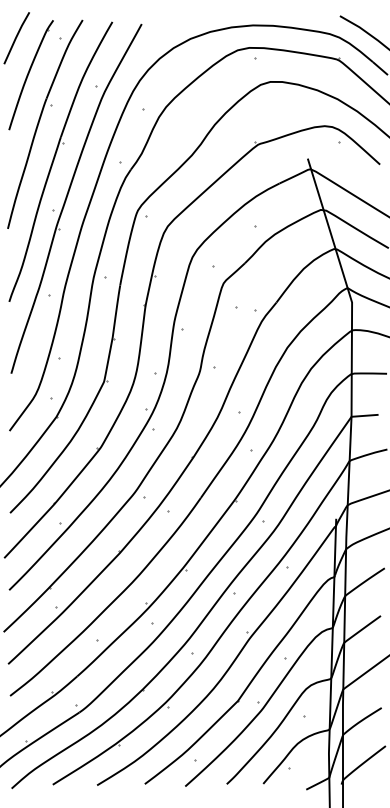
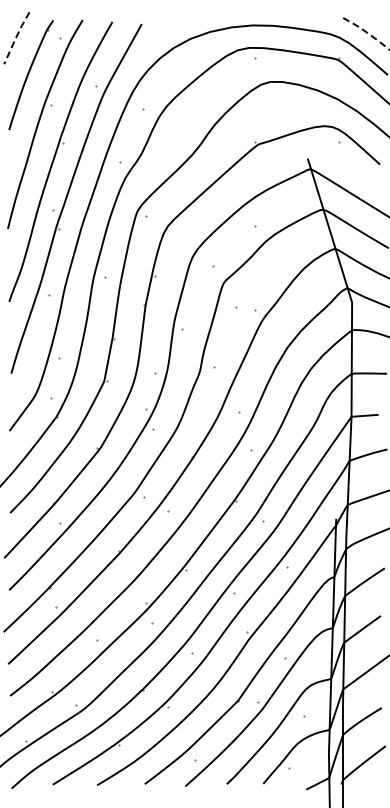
line at (365, 31): solid -> dashed
line at (15, 37): solid -> dashed
